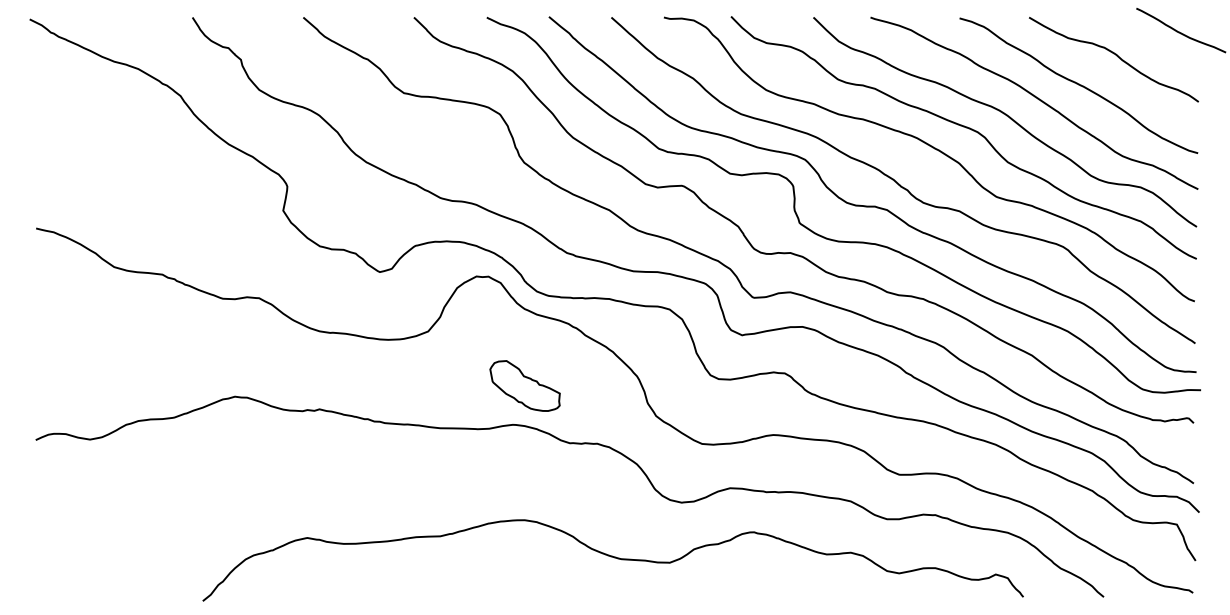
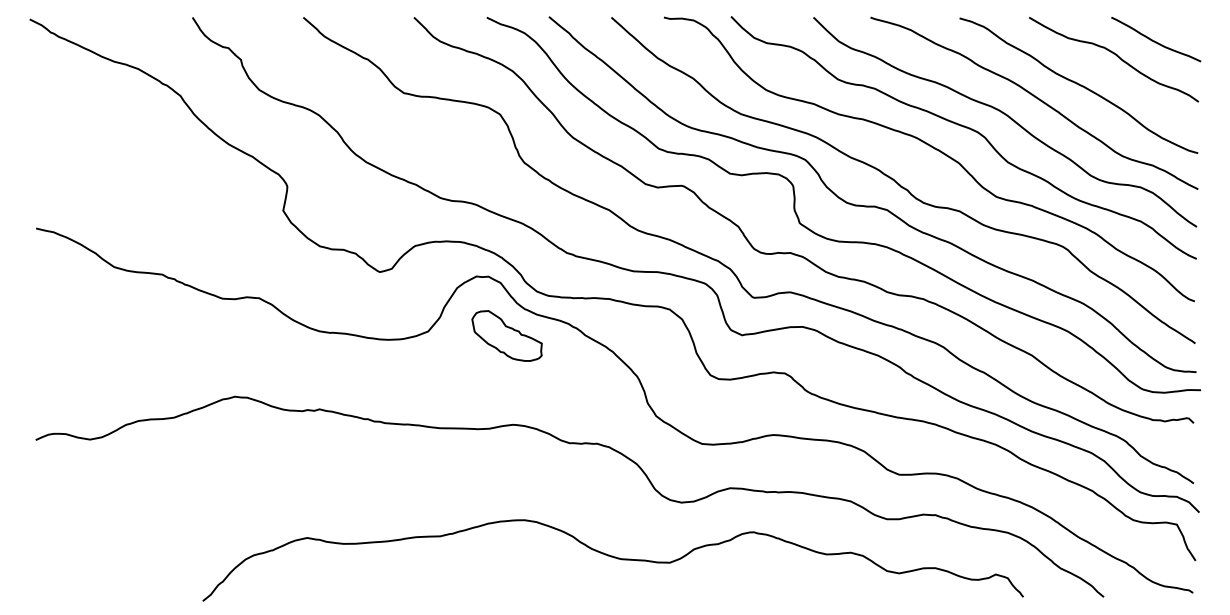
curve at (1181, 32) position: (1181, 32) -> (1156, 41)
part at (524, 385) position: (524, 385) -> (506, 335)
